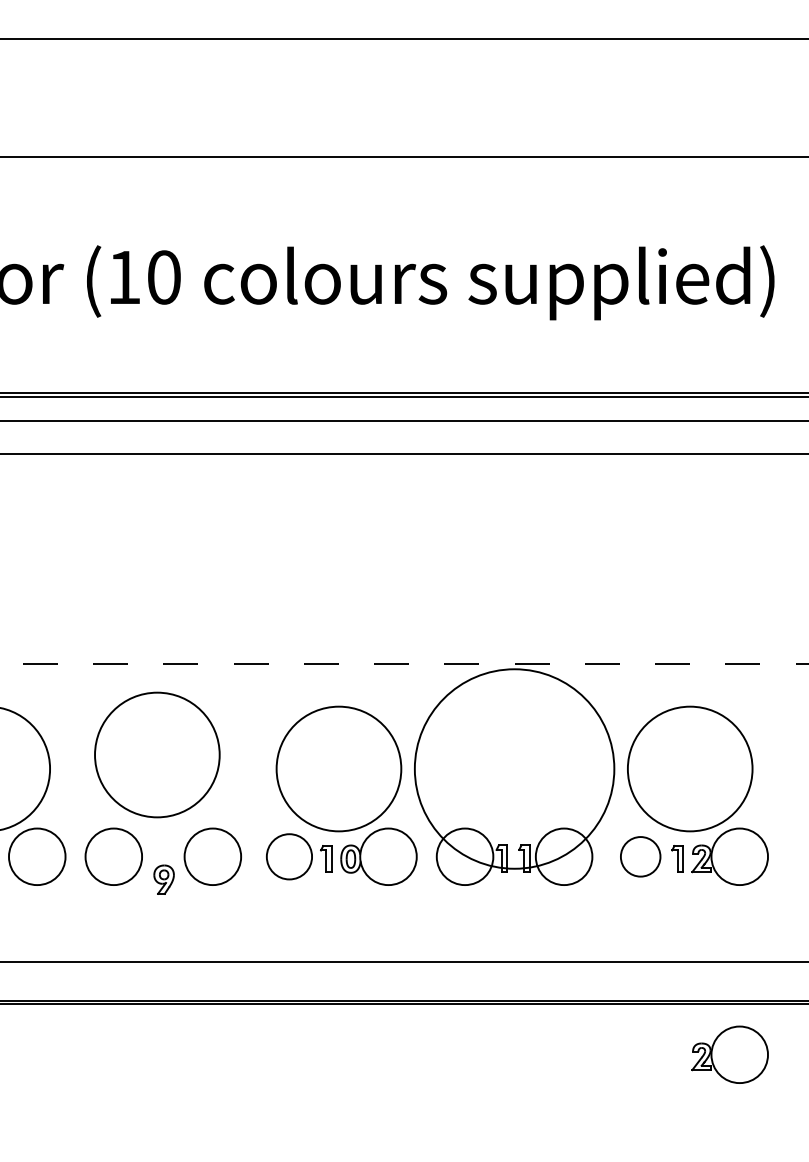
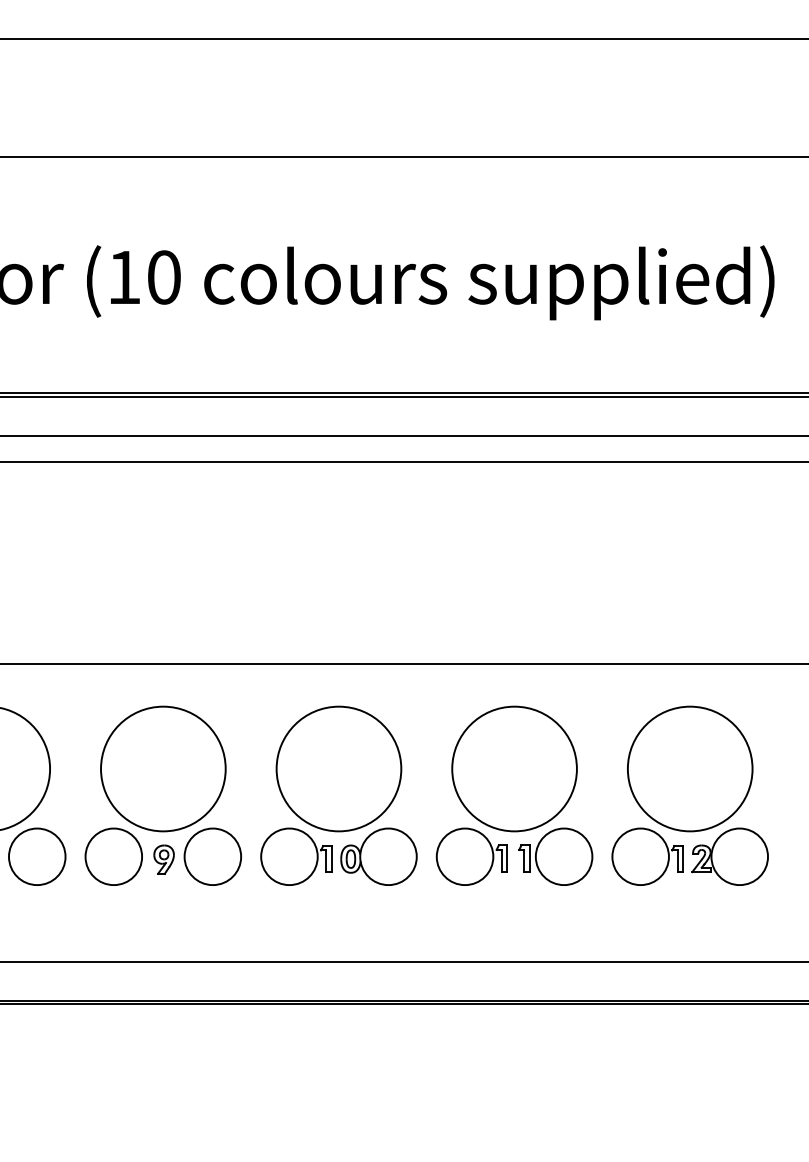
line at (403, 420) position: (403, 420) -> (403, 435)
line at (403, 454) position: (403, 454) -> (403, 462)
line at (404, 663): dashed -> solid
circle at (157, 754) position: (157, 754) -> (163, 768)
circle at (514, 768) diameter: 199 px -> 125 px
circle at (289, 856) diameter: 45 px -> 57 px
circle at (640, 856) diameter: 40 px -> 57 px
part at (163, 879) position: (163, 879) -> (163, 859)
part at (729, 1054): present -> none
